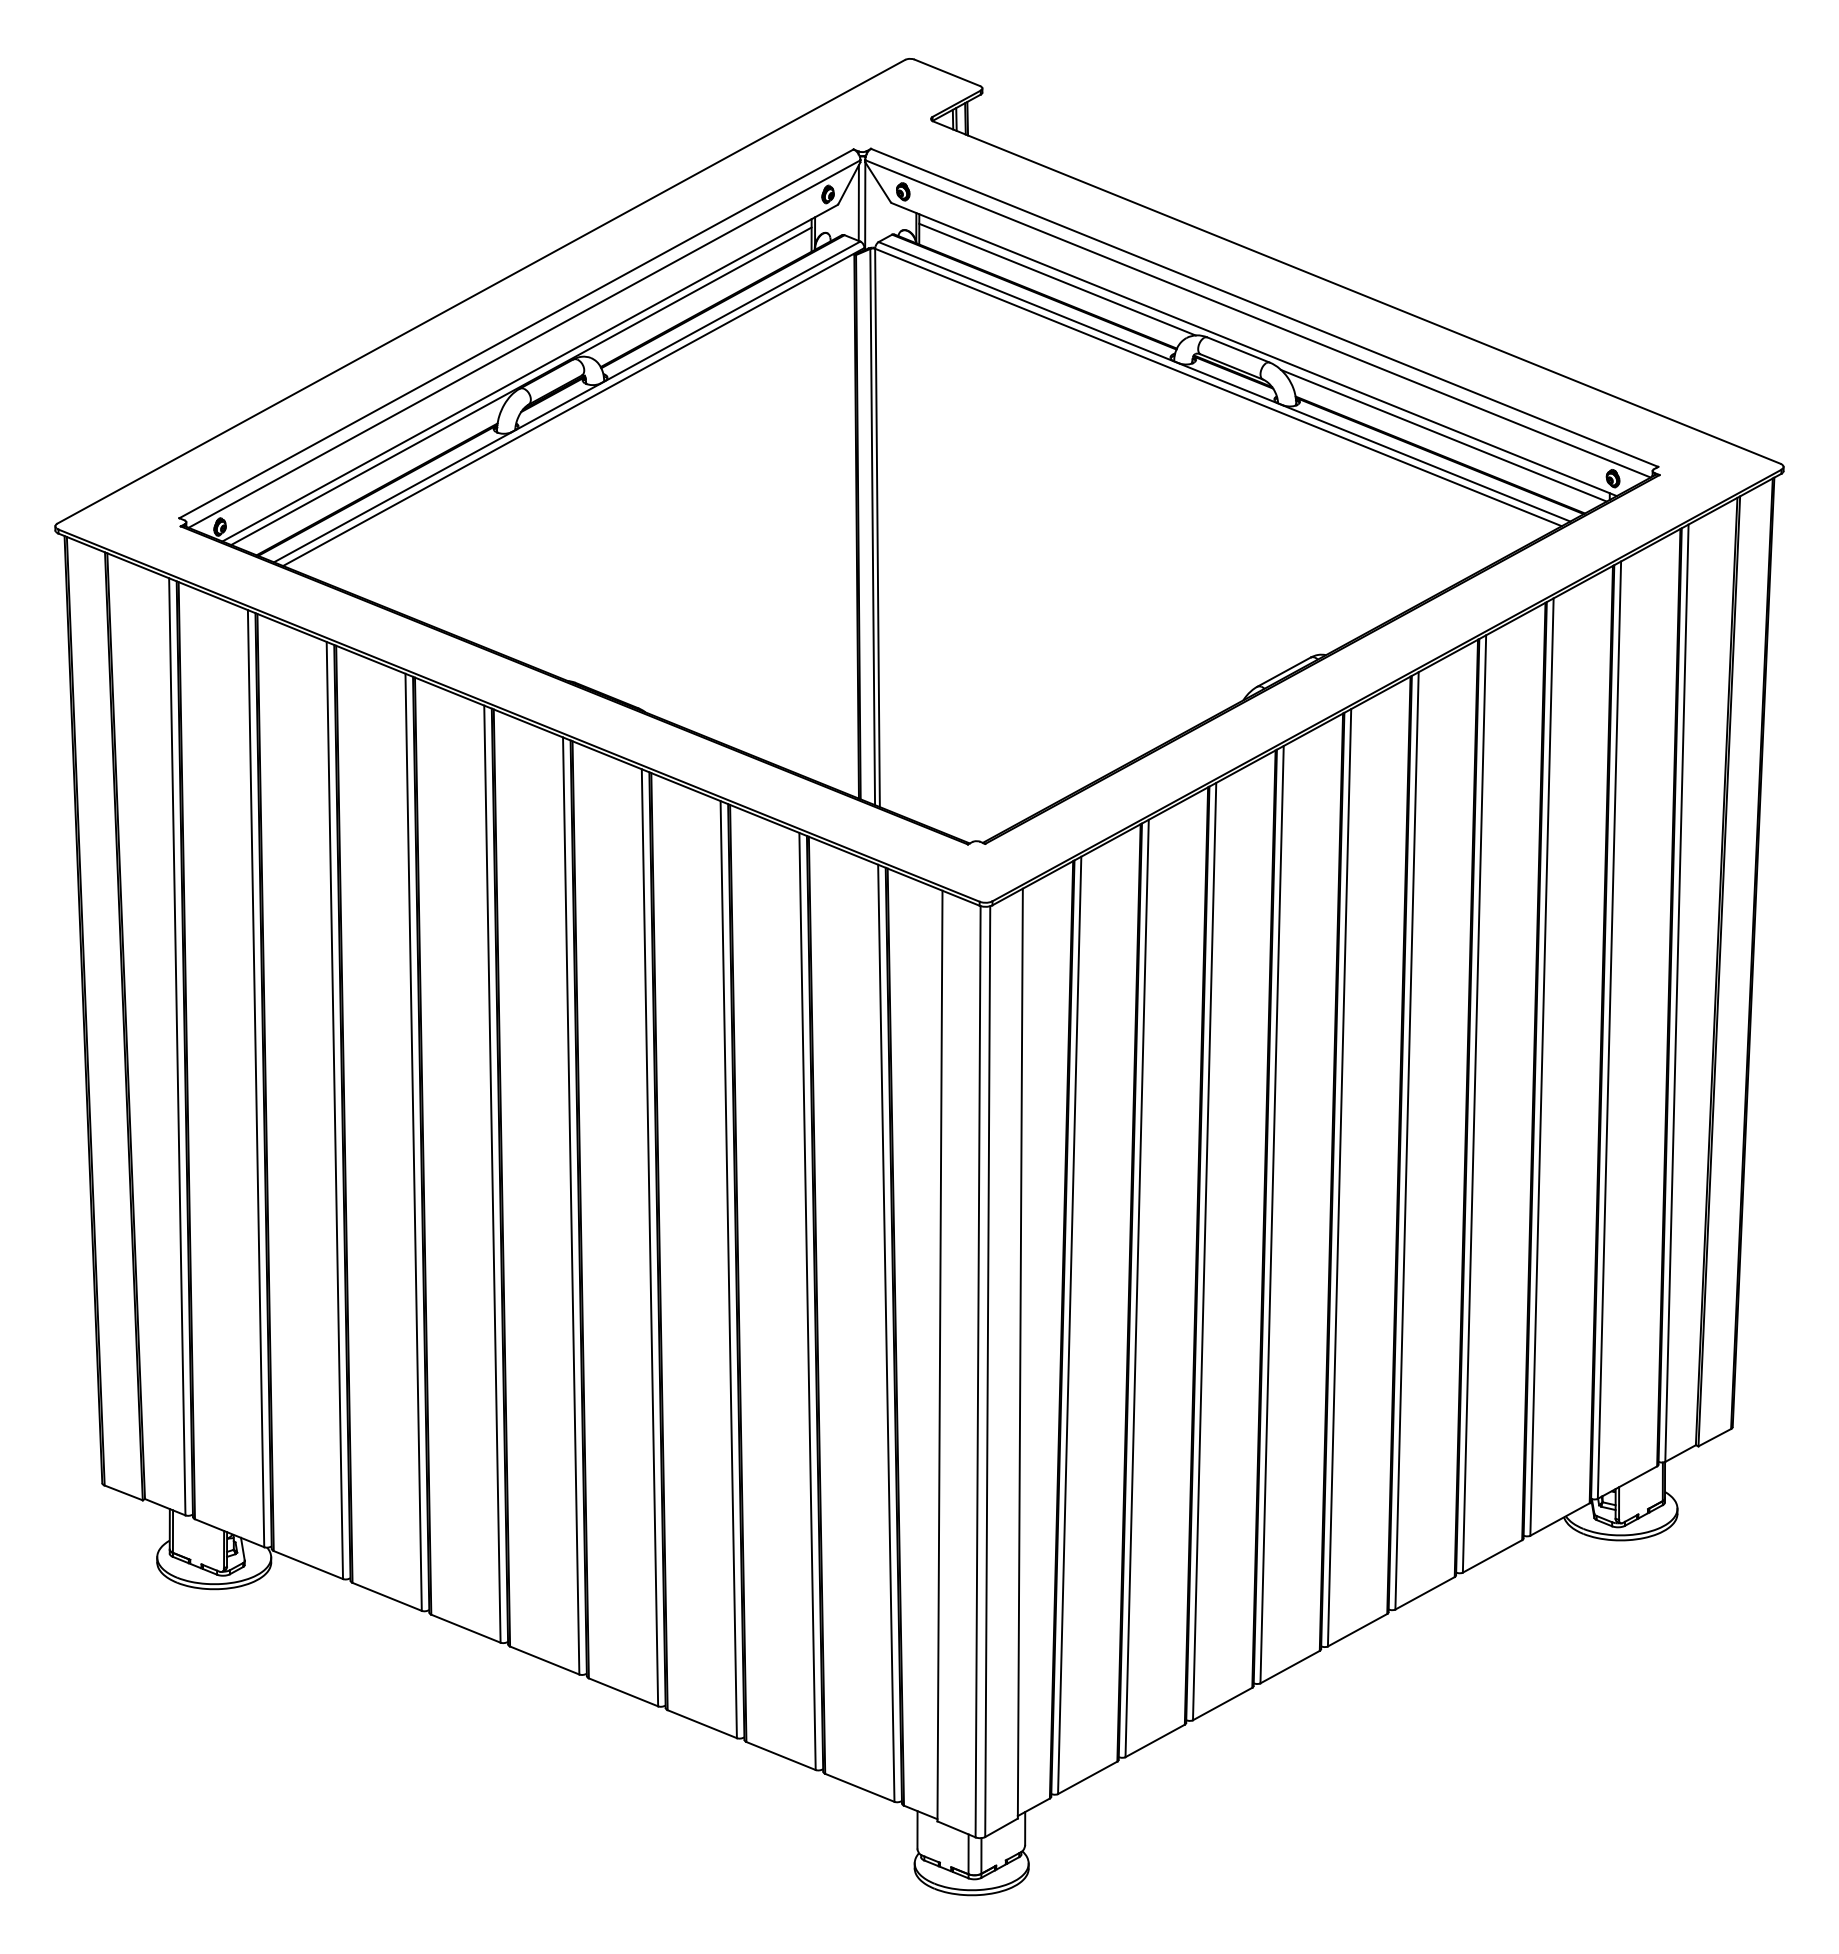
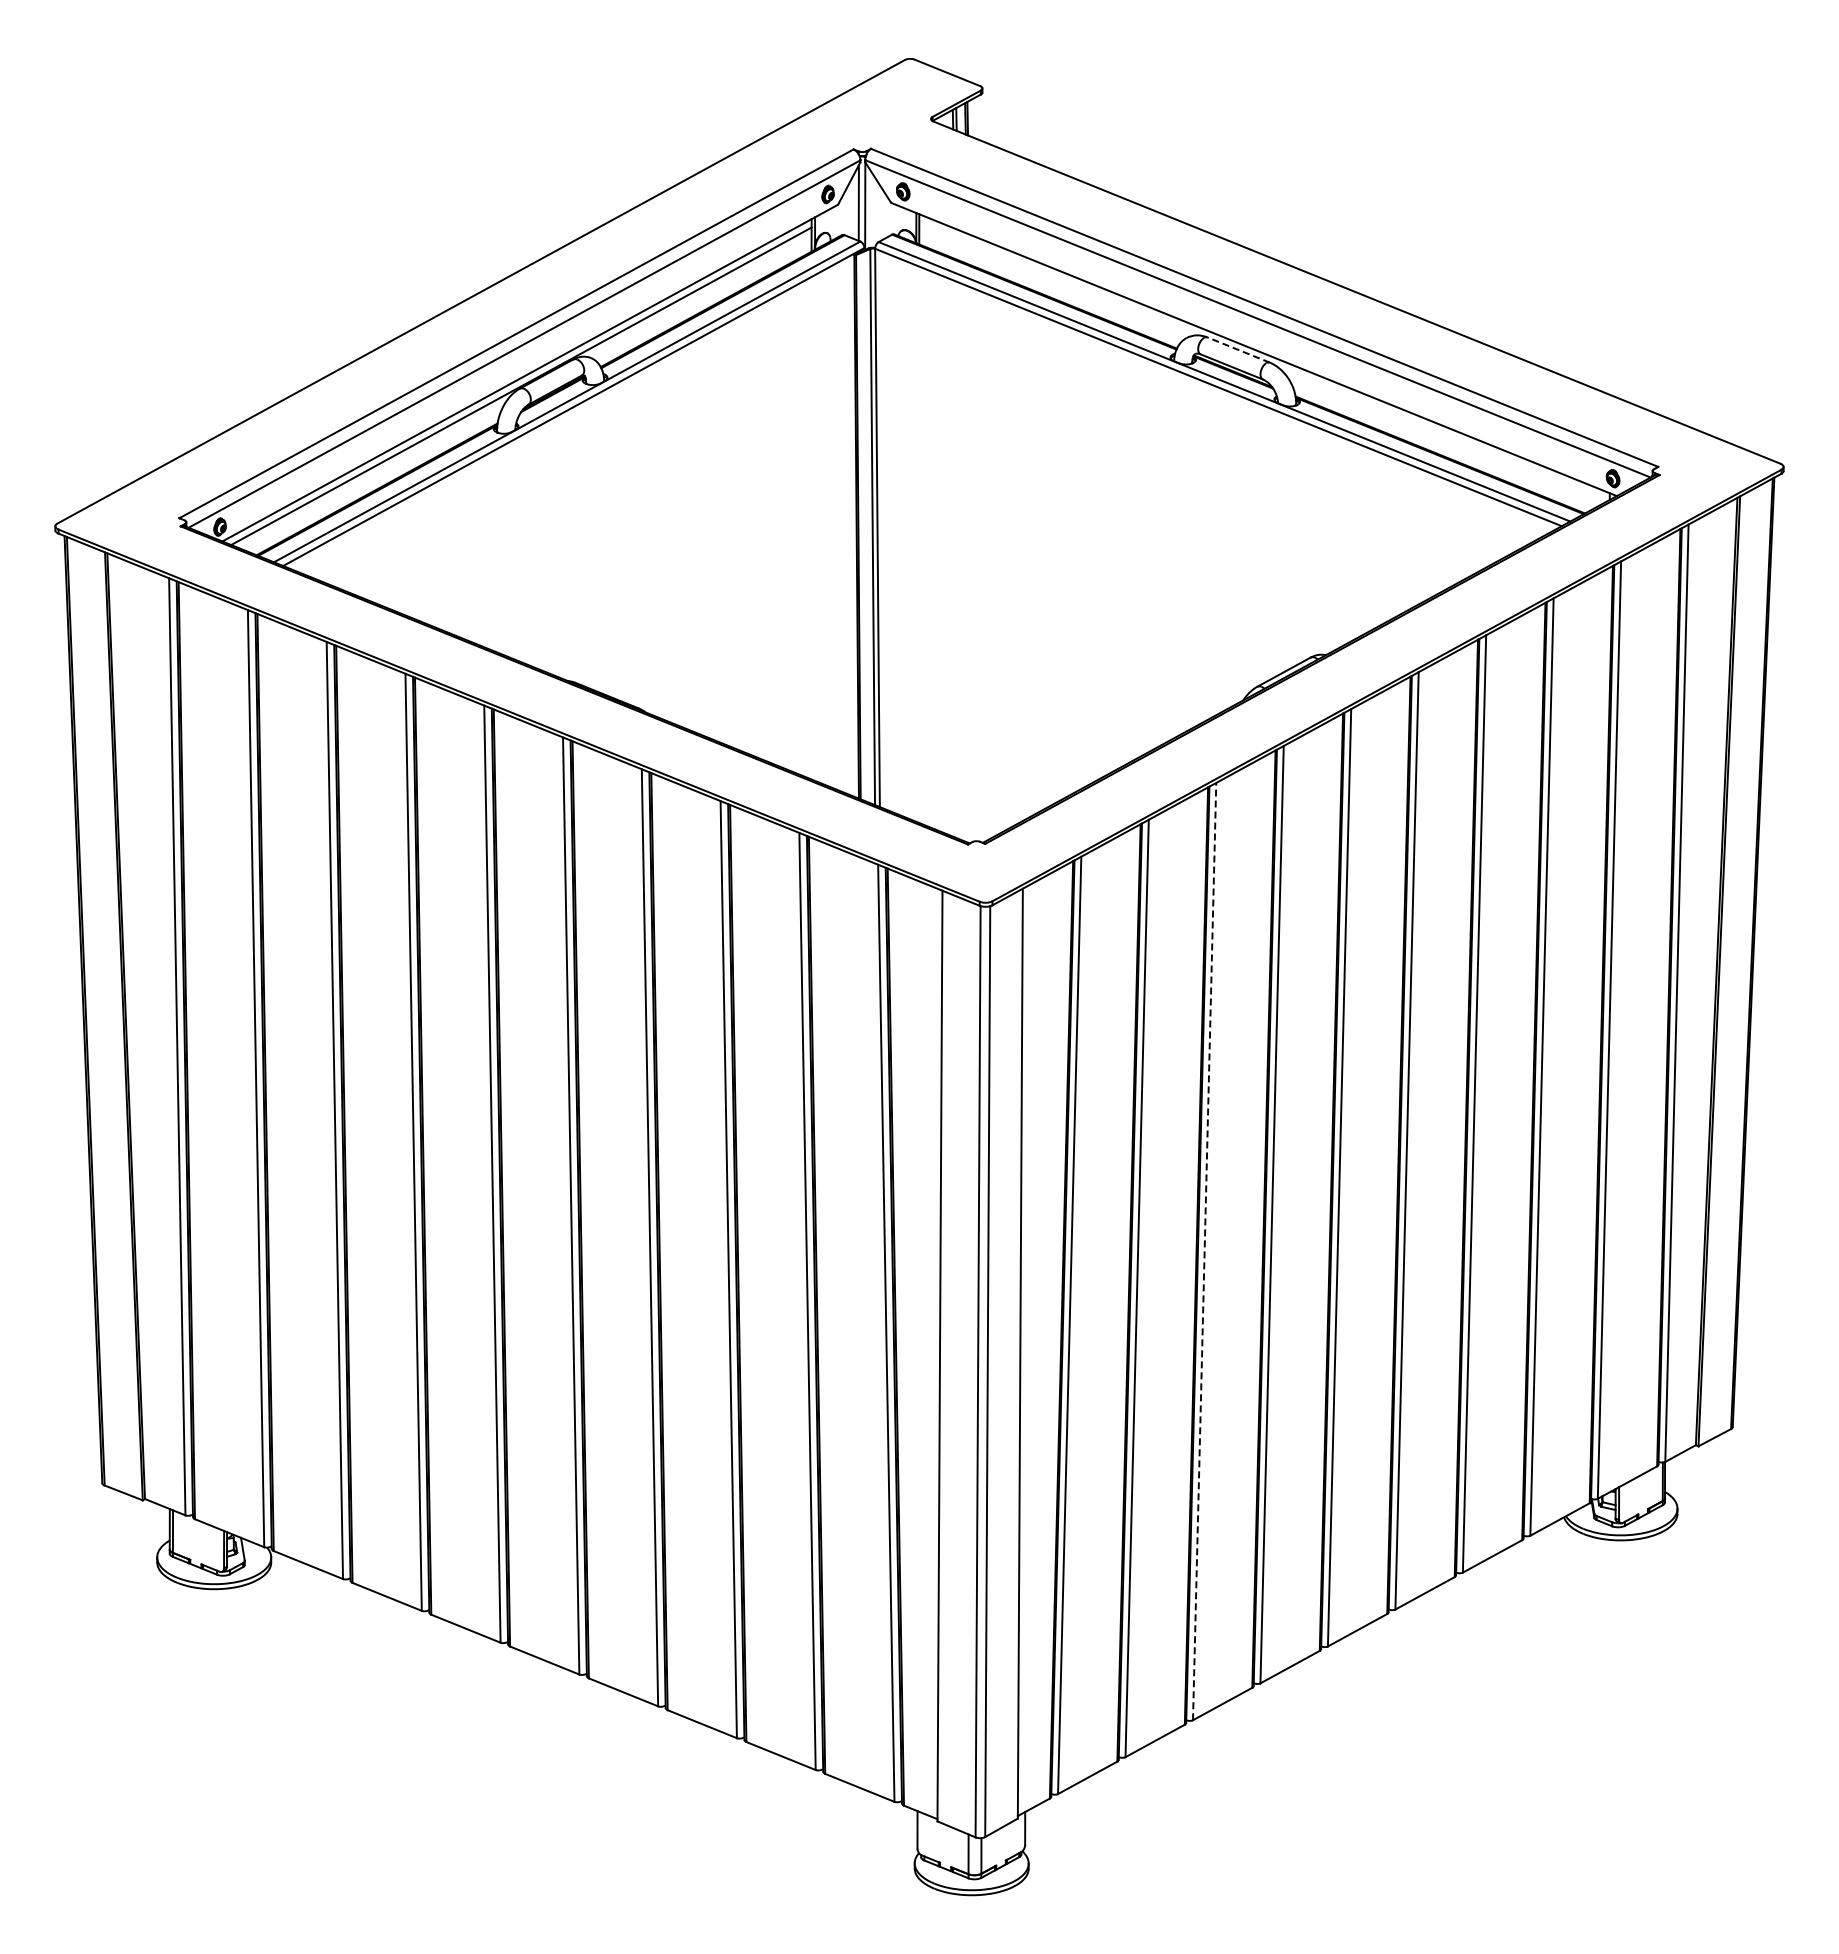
line at (1057, 279): present -> none
line at (1238, 350): solid -> dashed
line at (1443, 435): present -> none
line at (1204, 1251): solid -> dashed
